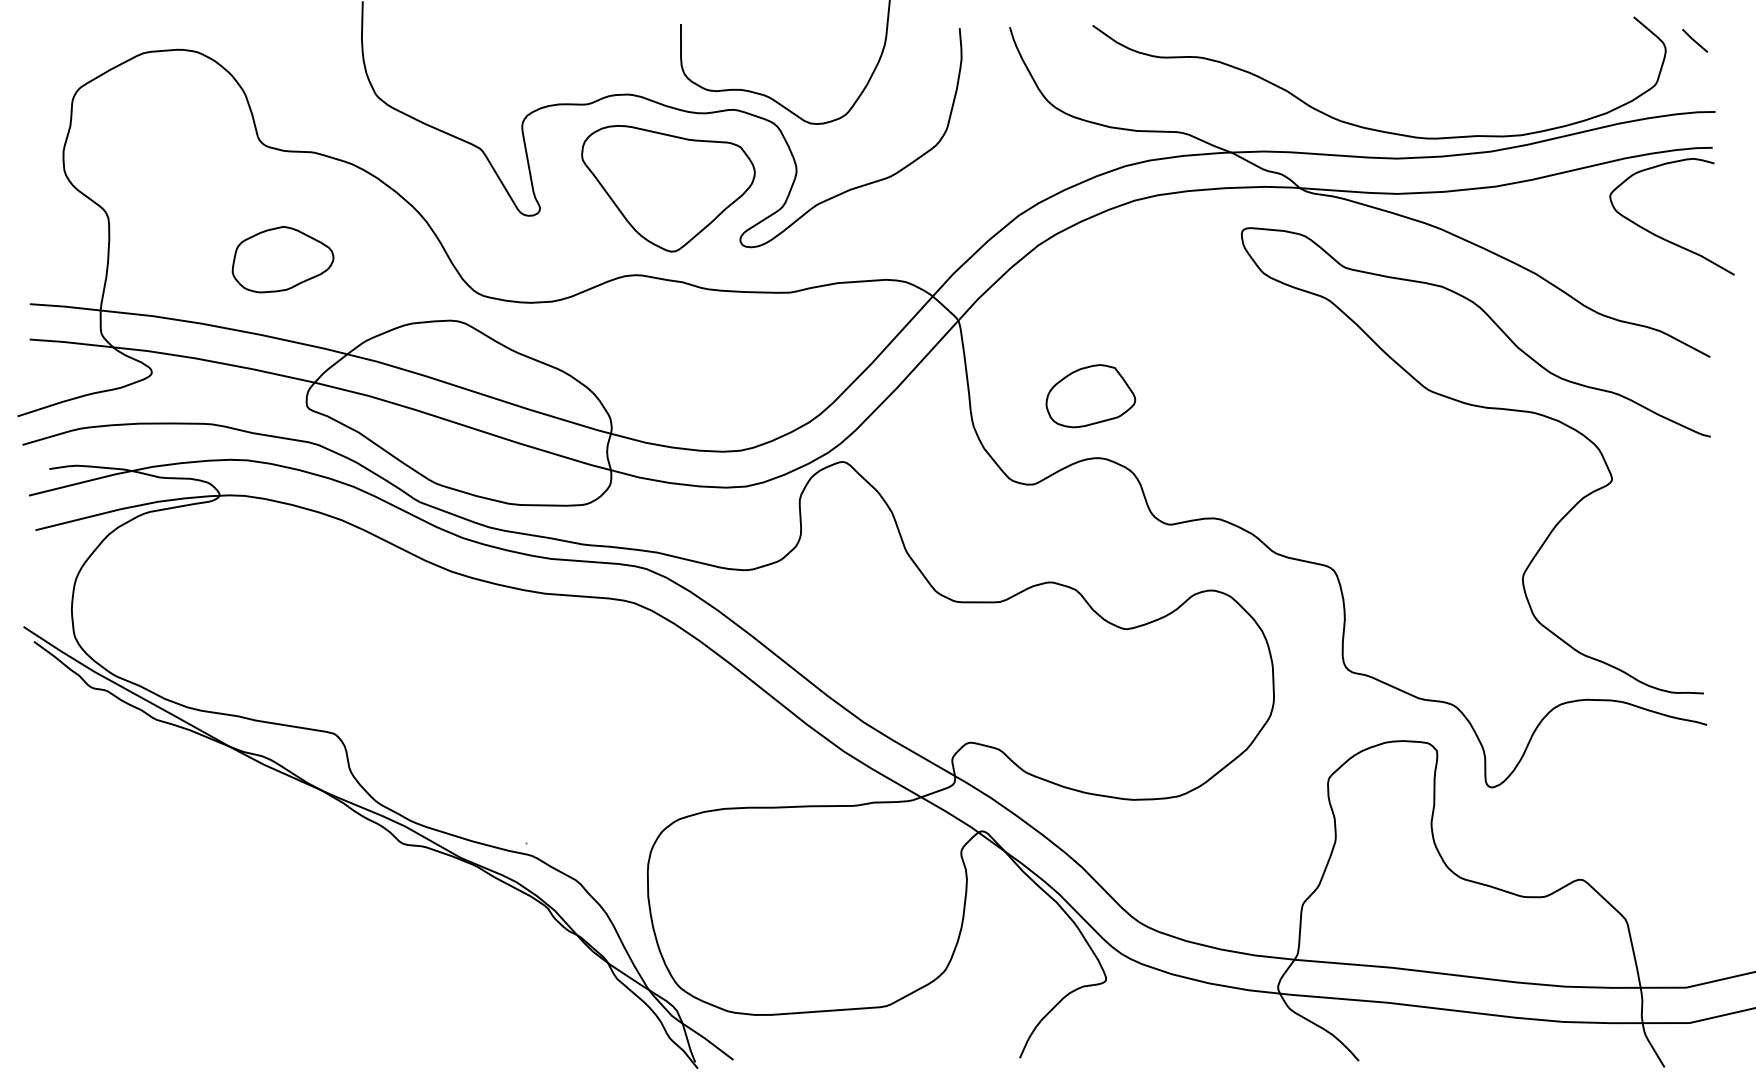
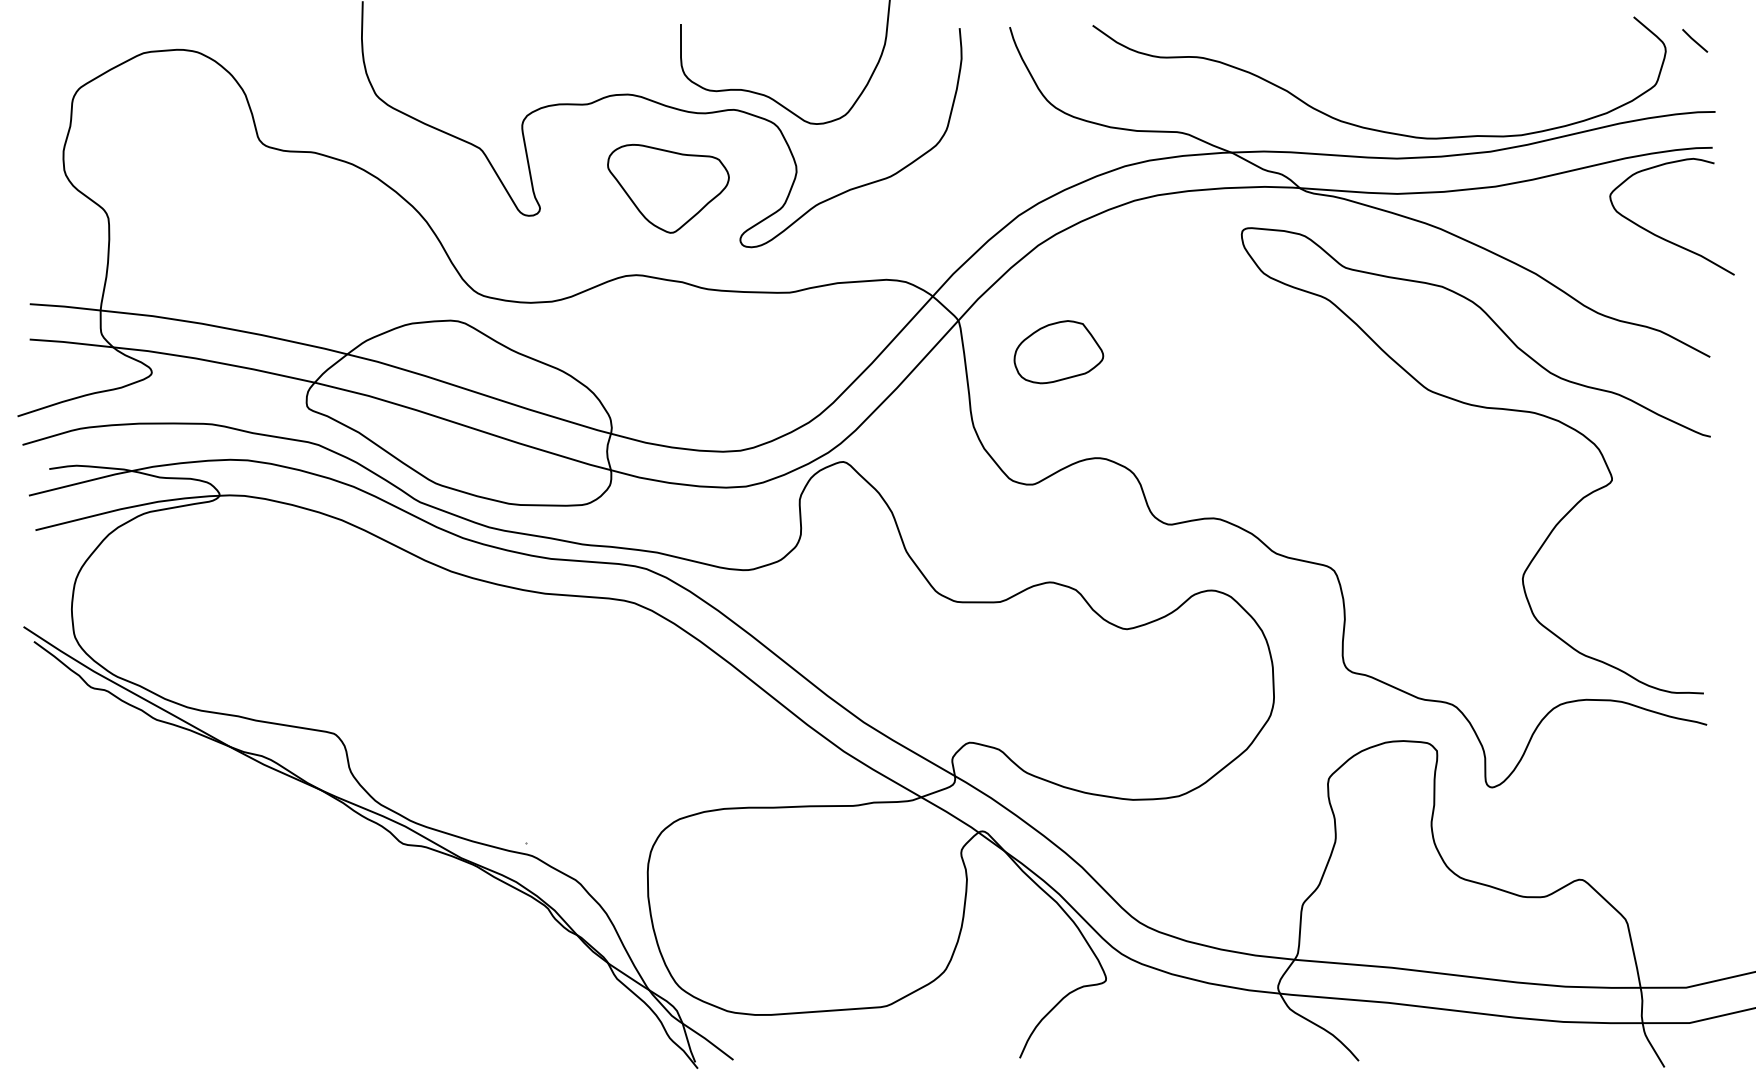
part at (668, 188) size: 175x128 px -> 123x90 px
part at (282, 259): present -> none
part at (1090, 396) position: (1090, 396) -> (1058, 352)
